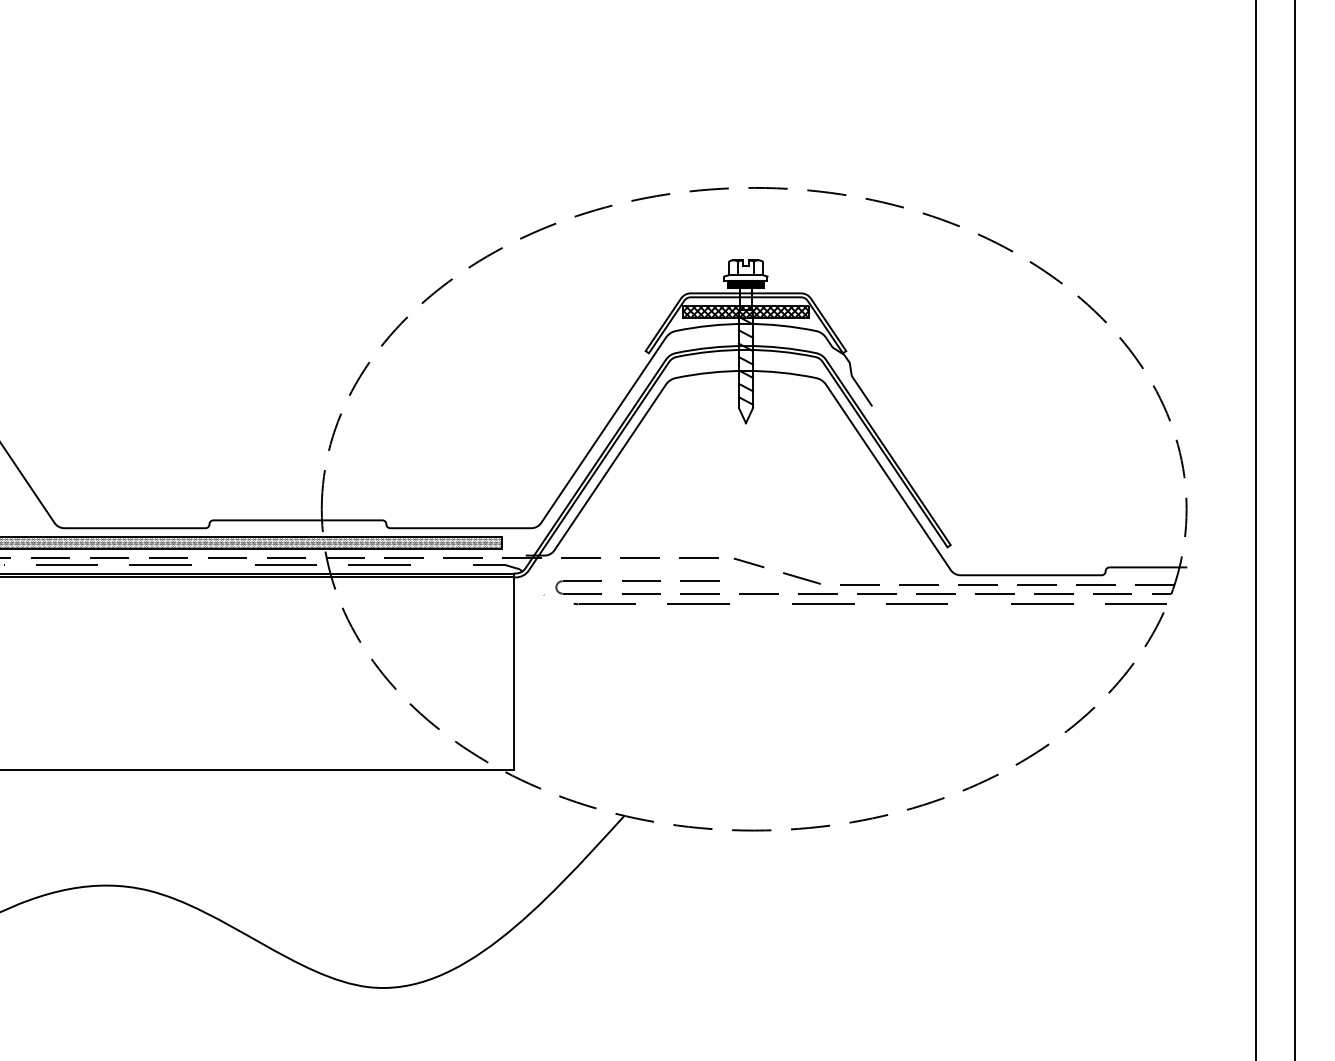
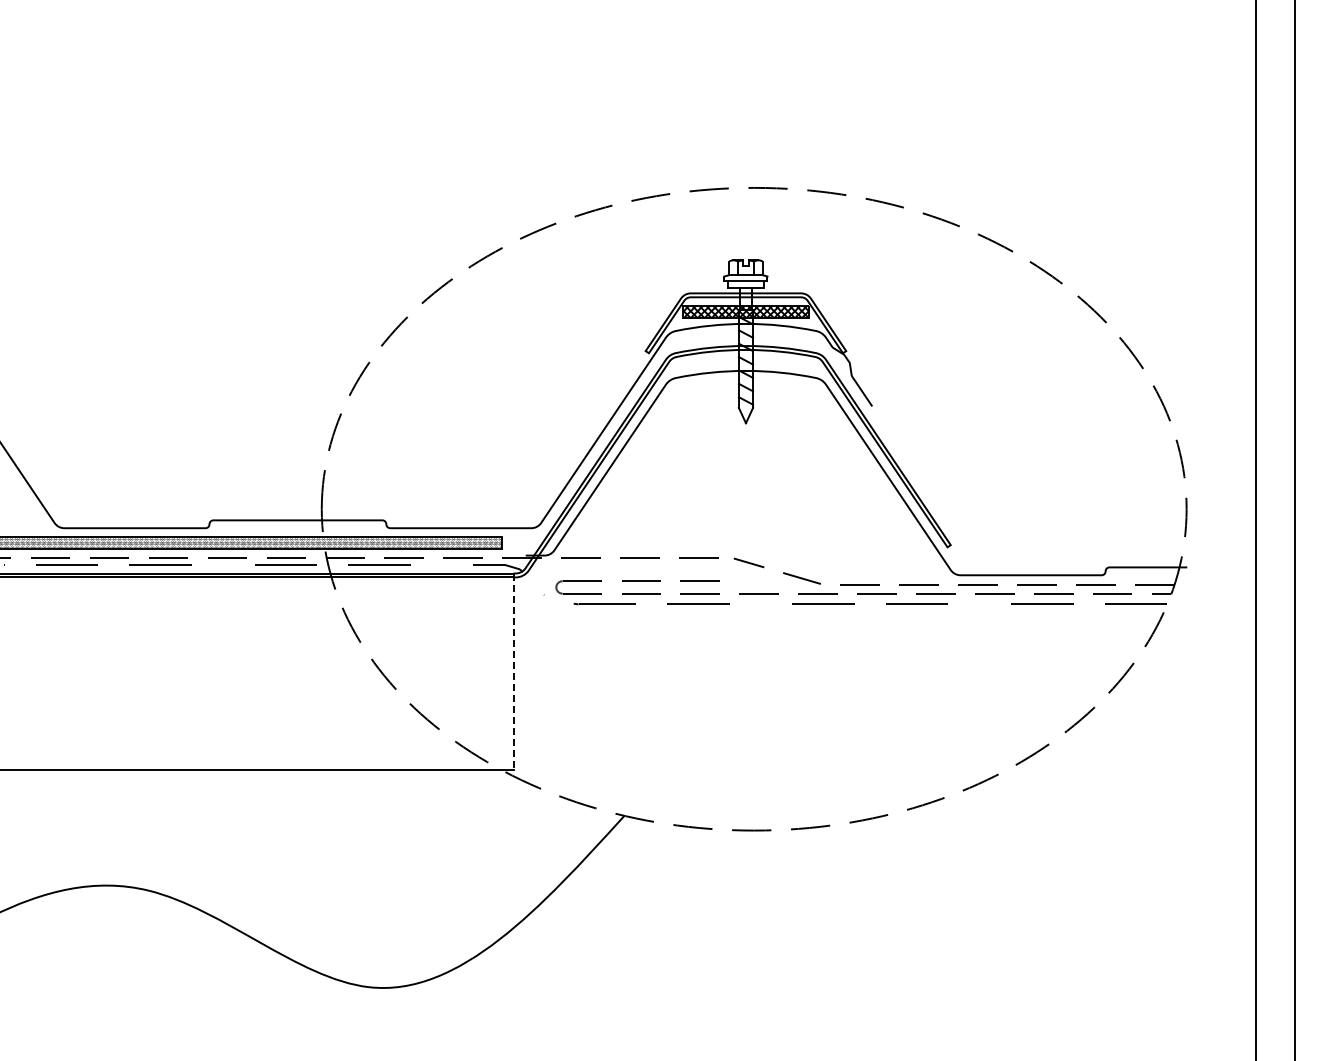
hatch at (745, 284): present -> none
line at (513, 672): solid -> dashed
